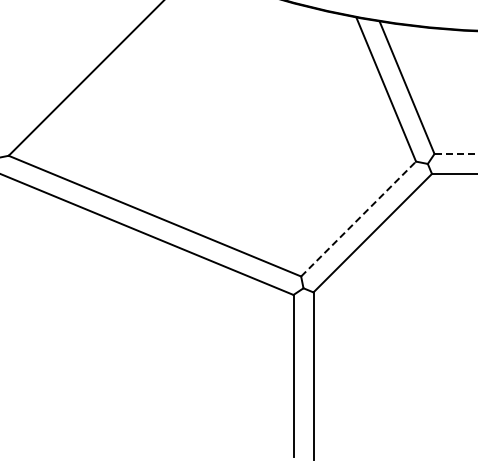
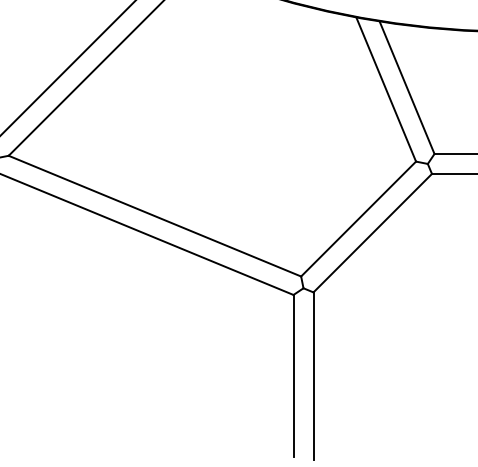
line at (67, 68): none -> present
line at (456, 153): dashed -> solid
line at (358, 218): dashed -> solid
